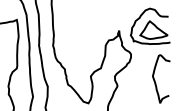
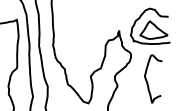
curve at (155, 80) position: (155, 80) -> (147, 80)
